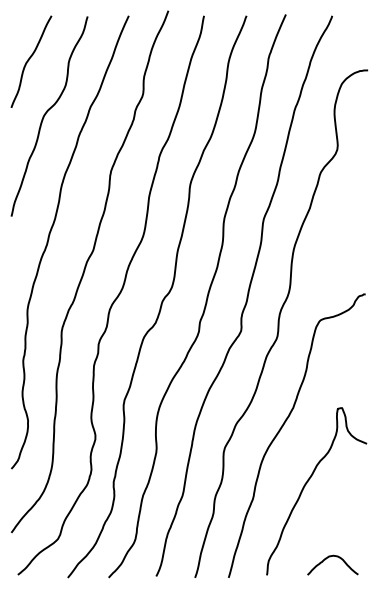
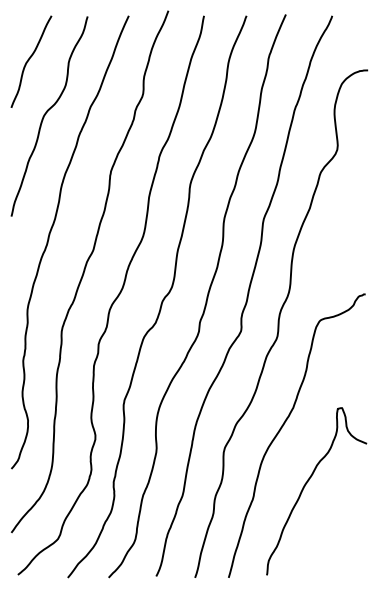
curve at (328, 558): present -> none
